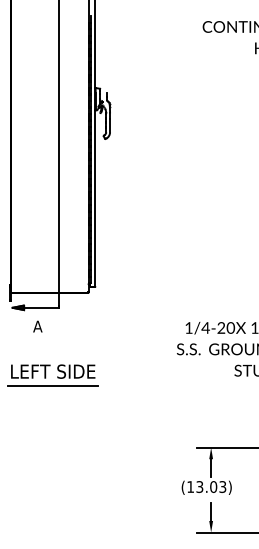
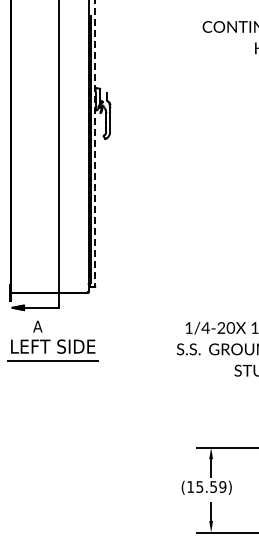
line at (95, 143): solid -> dashed
part at (52, 375) position: (52, 375) -> (52, 350)
text at (211, 486): (13.03) -> (15.59)
